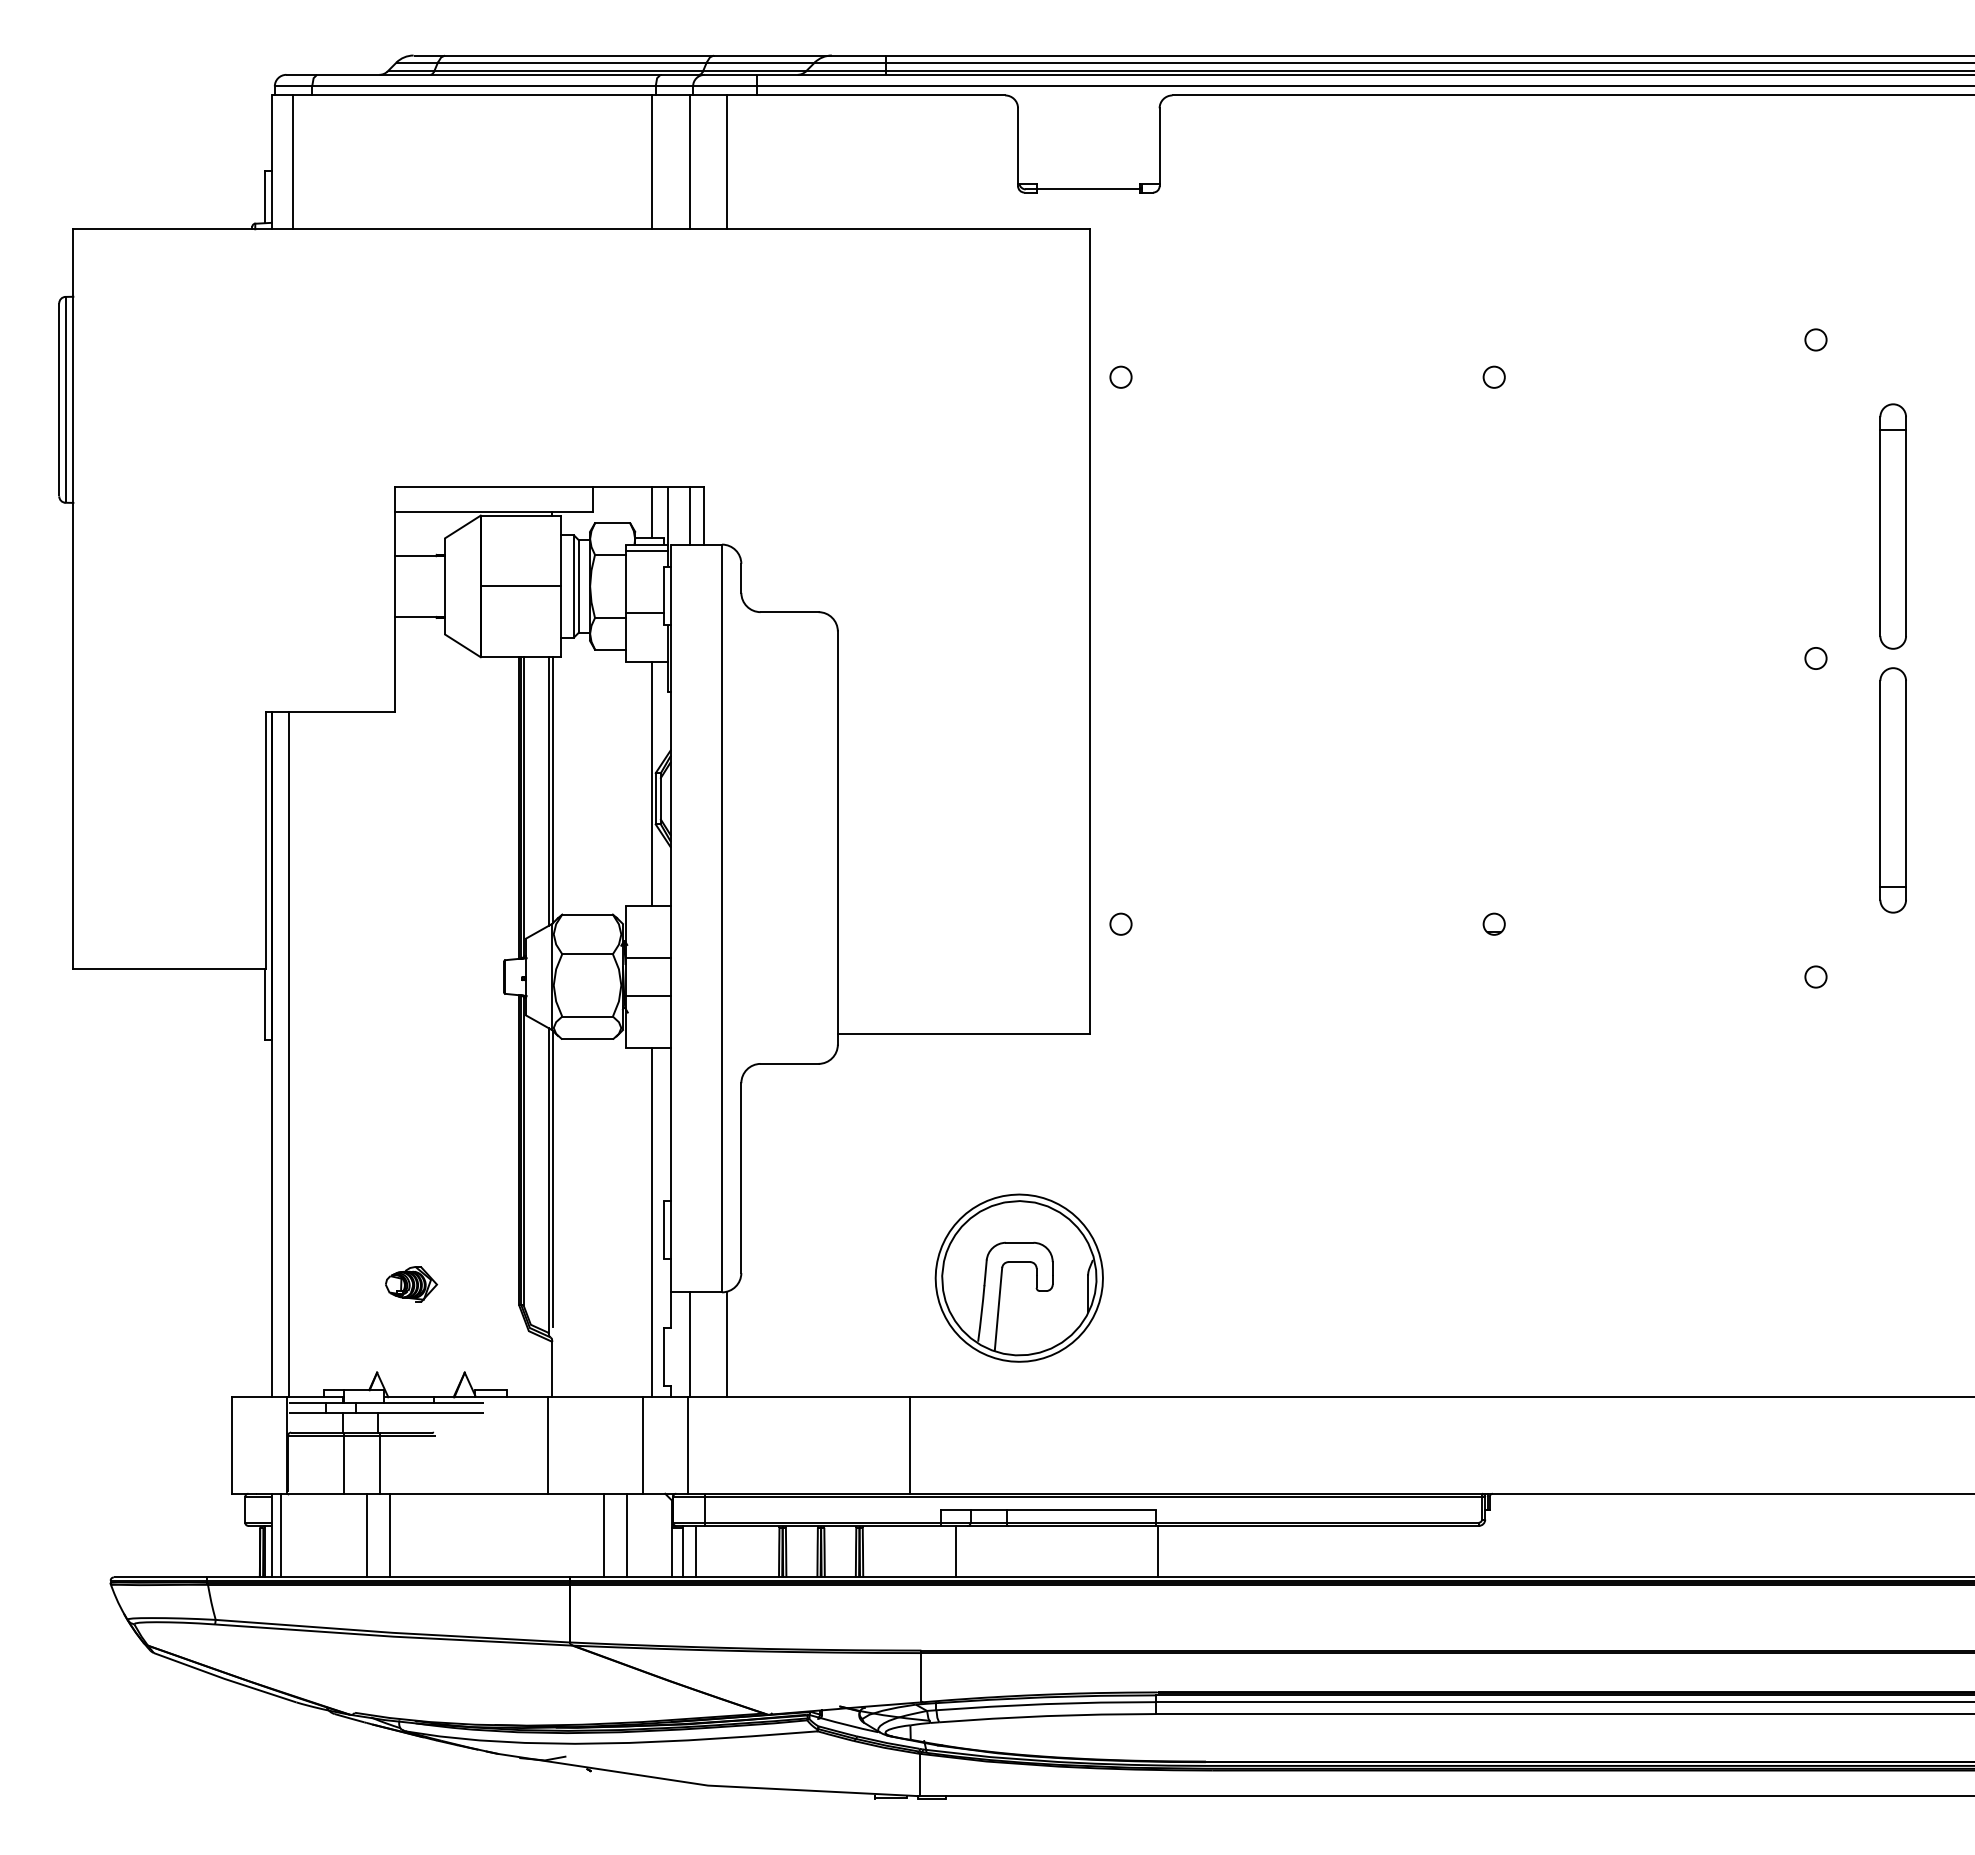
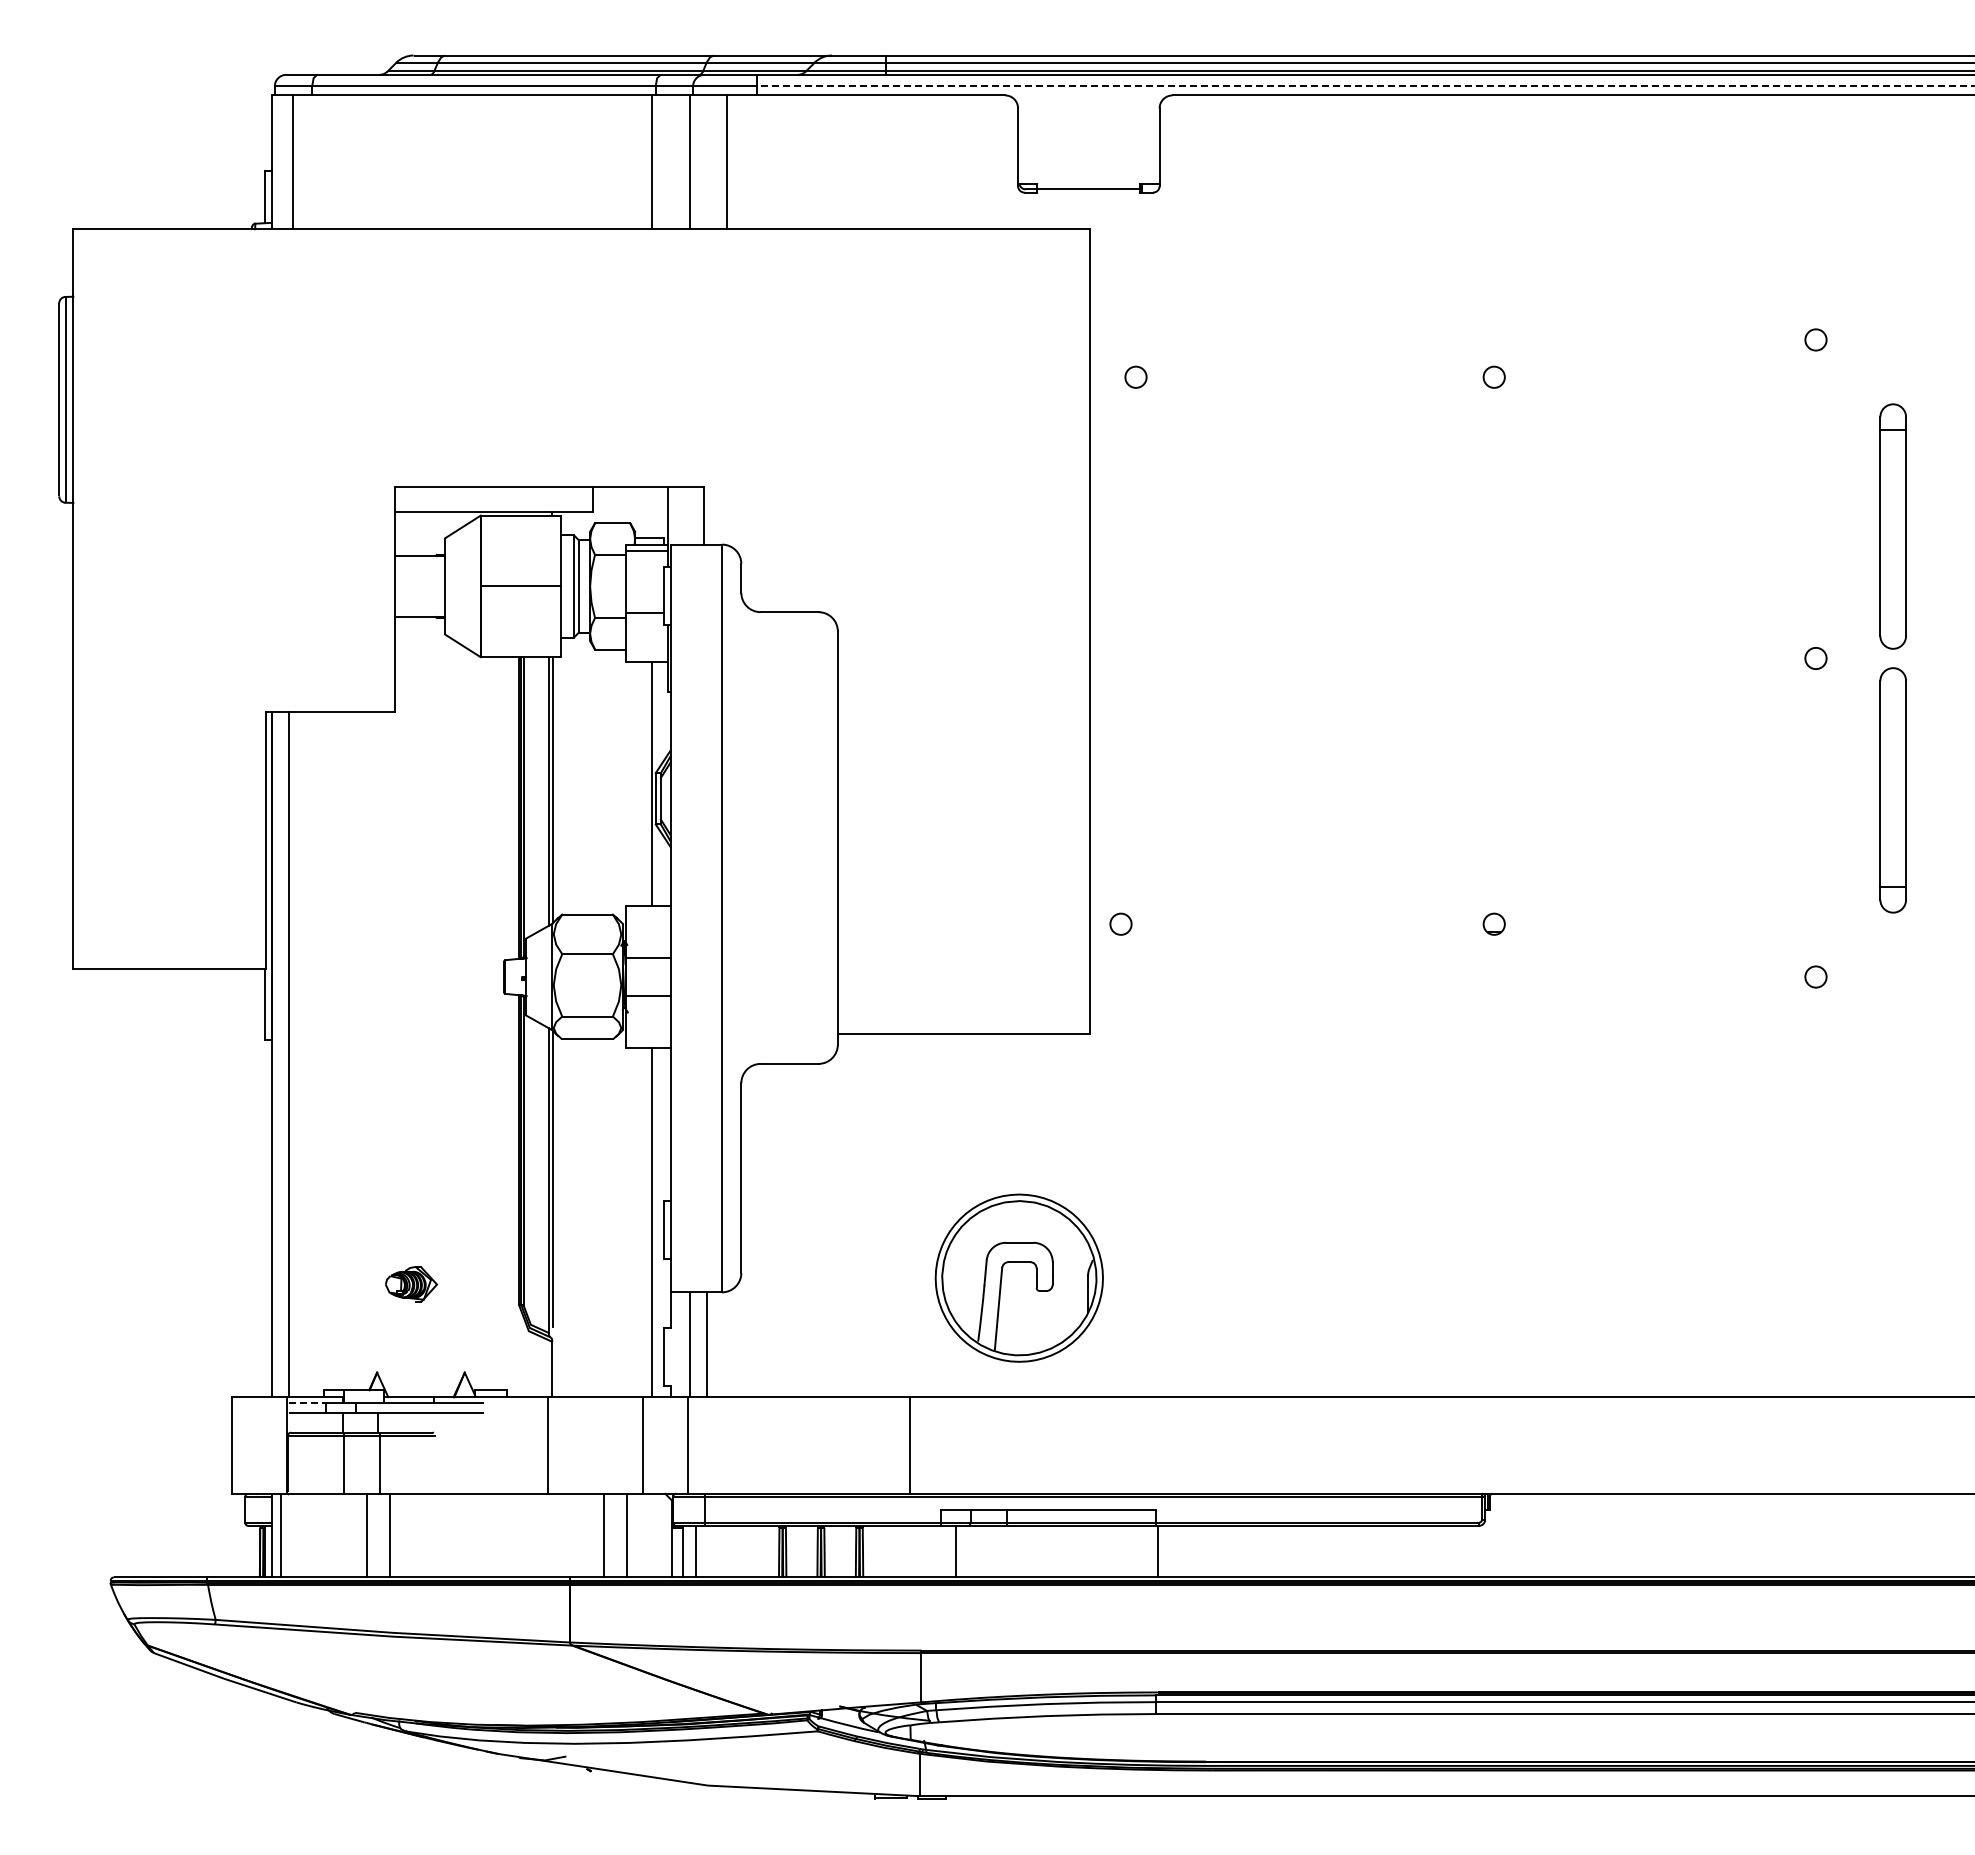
line at (1366, 86): solid -> dashed
circle at (1120, 376) position: (1120, 376) -> (1135, 376)
line at (652, 512): present -> none
line at (689, 515): present -> none
line at (727, 1344) position: (727, 1344) -> (707, 1344)
line at (306, 1403): solid -> dashed
